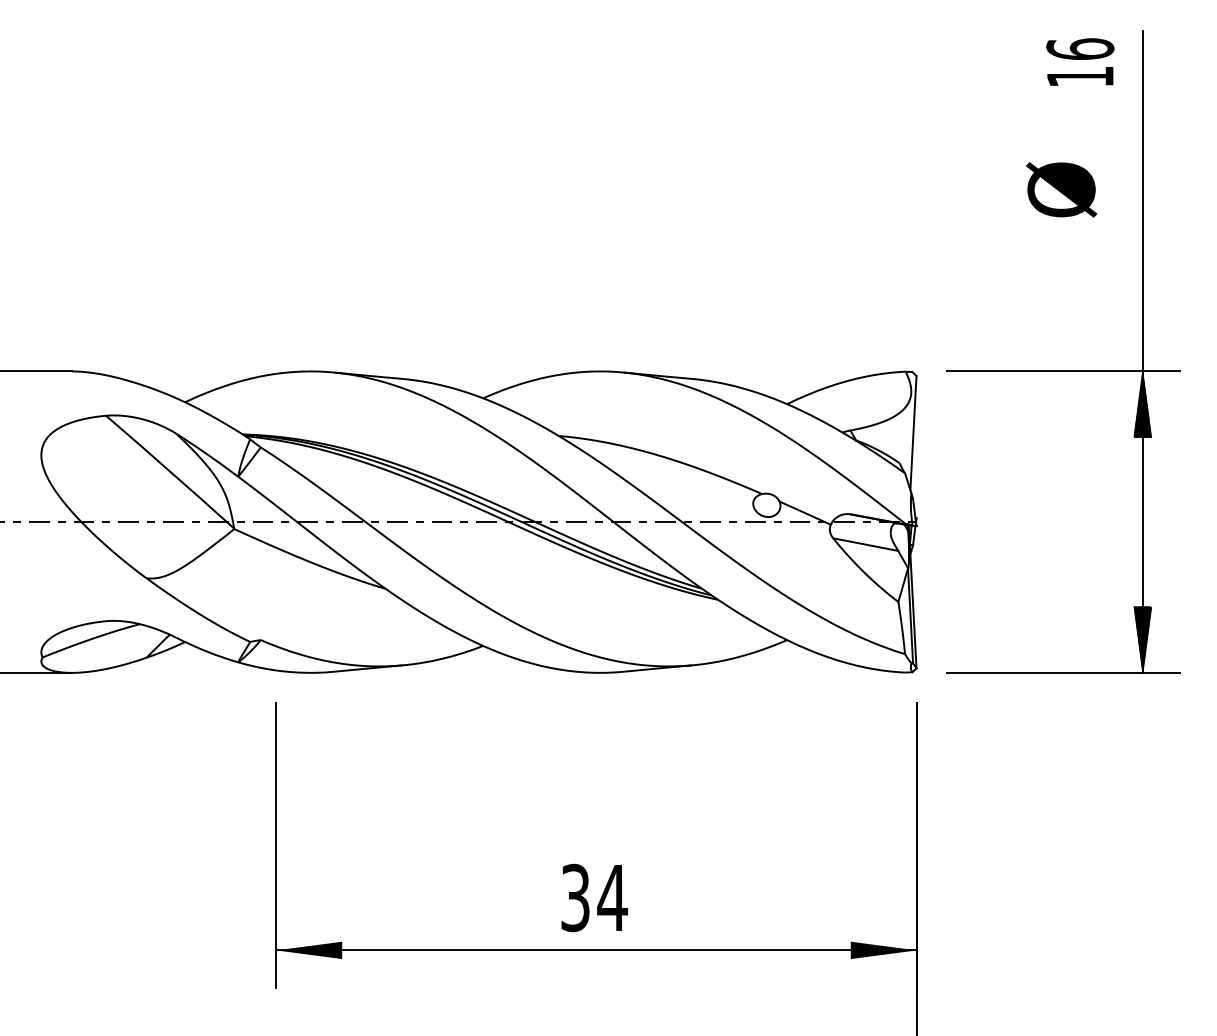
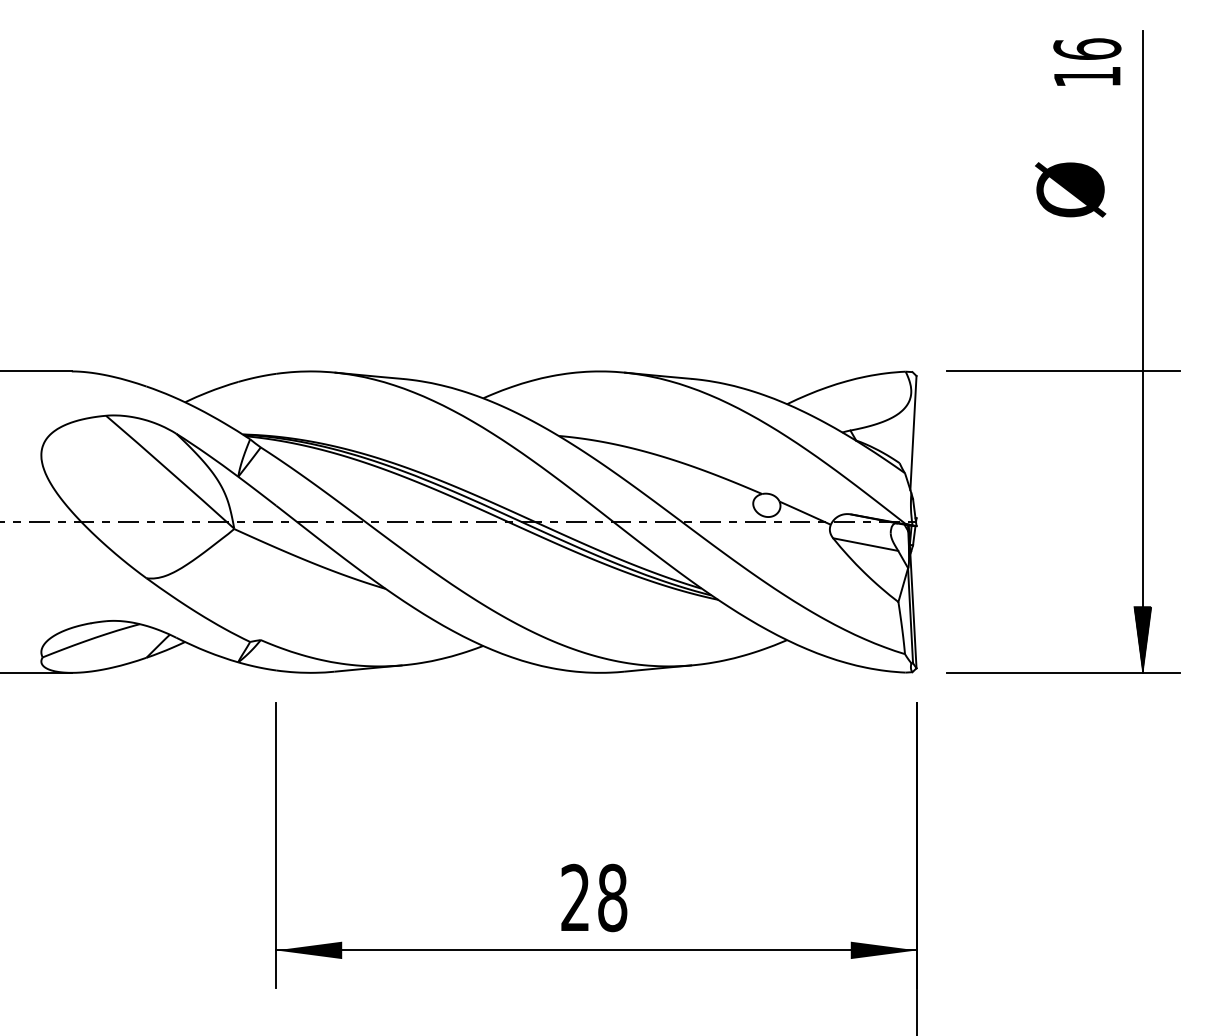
text at (1080, 61) position: (1080, 61) -> (1087, 61)
text at (1061, 189) position: (1061, 189) -> (1070, 189)
hatch at (1142, 404): present -> none
text at (594, 897): 34 -> 28
